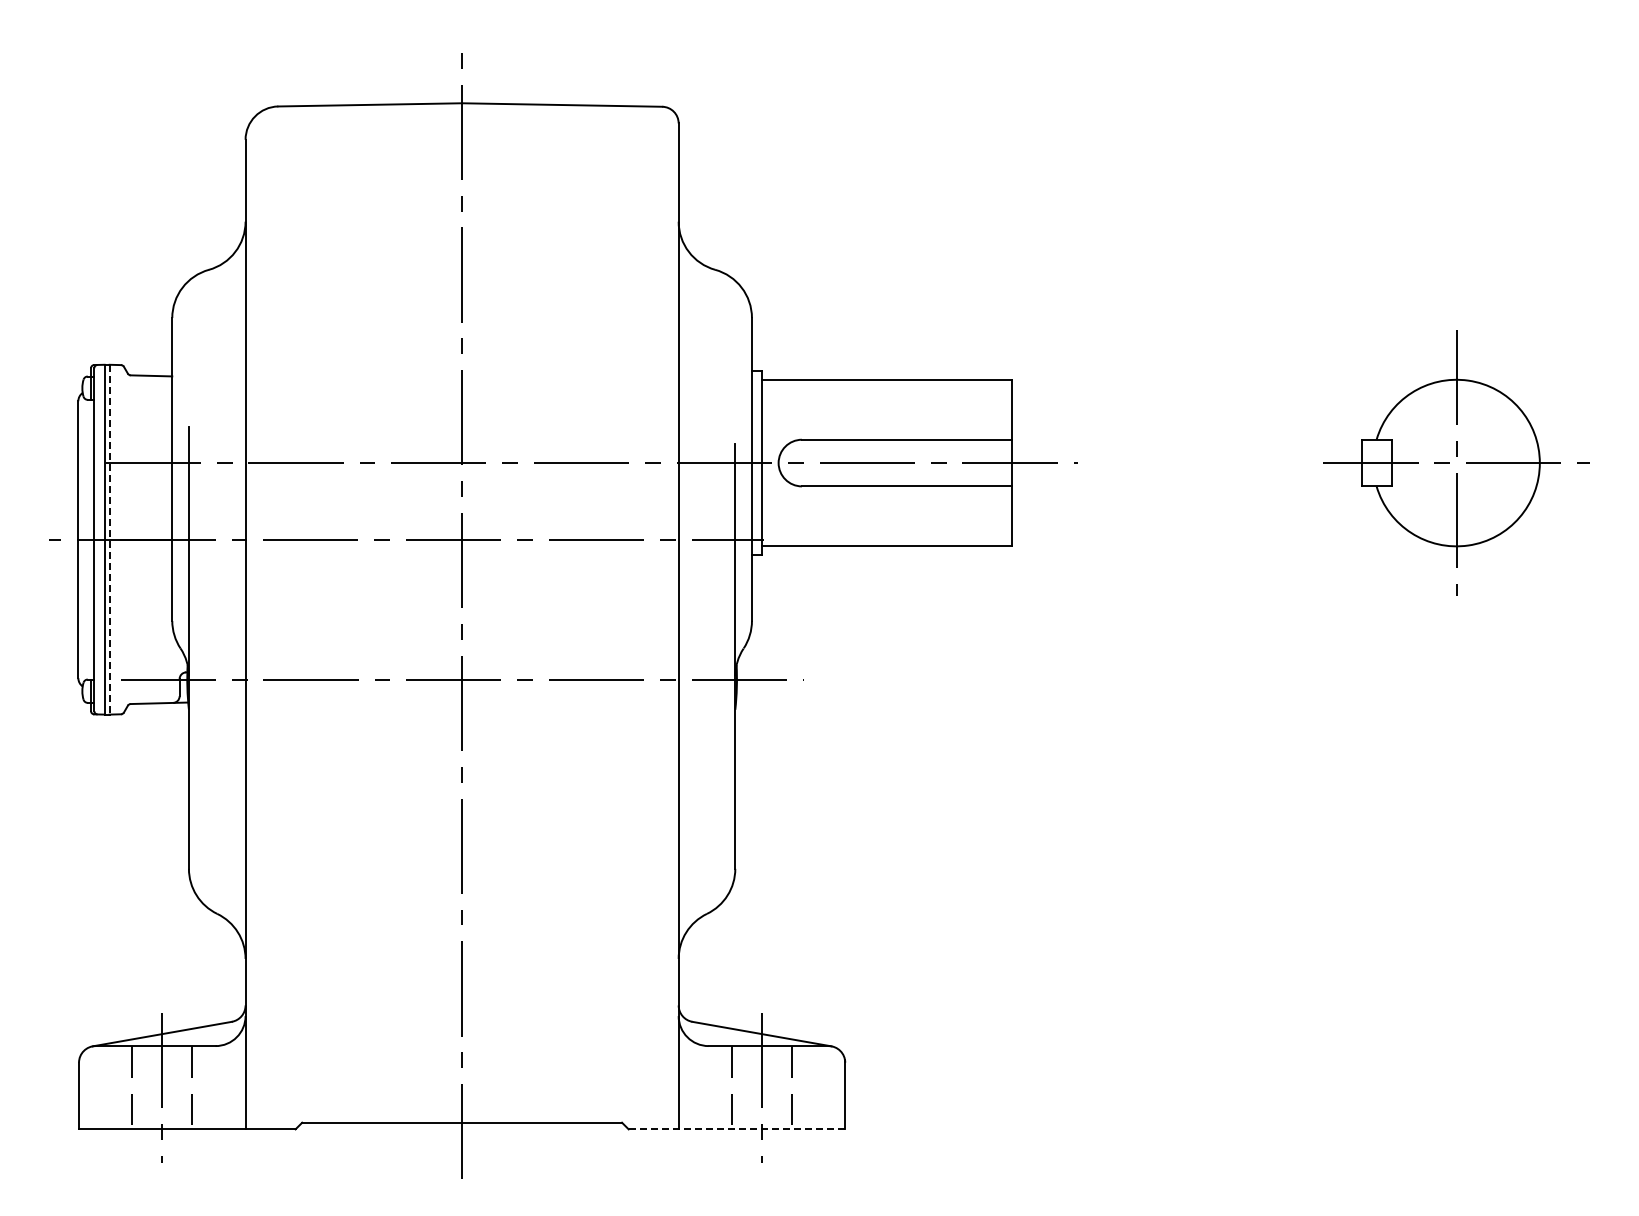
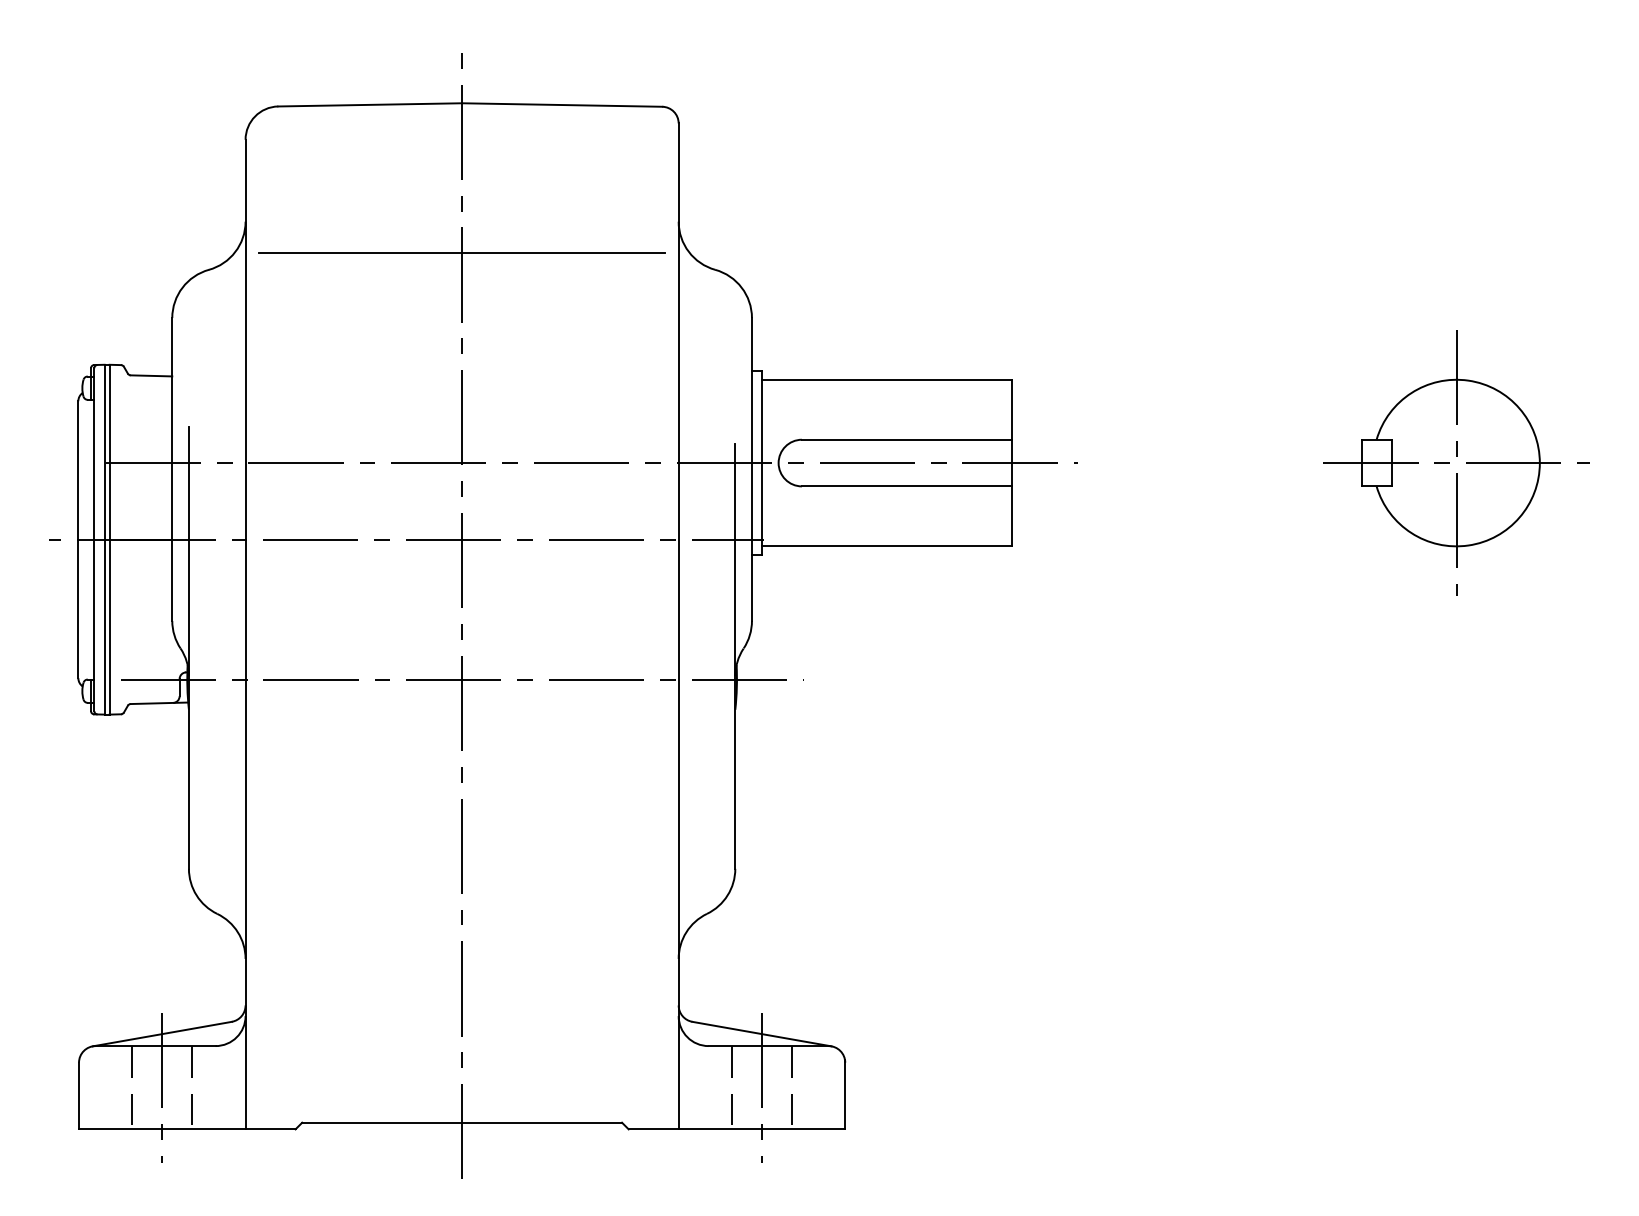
line at (461, 253): none -> present
line at (109, 539): dashed -> solid
line at (736, 1129): dashed -> solid
